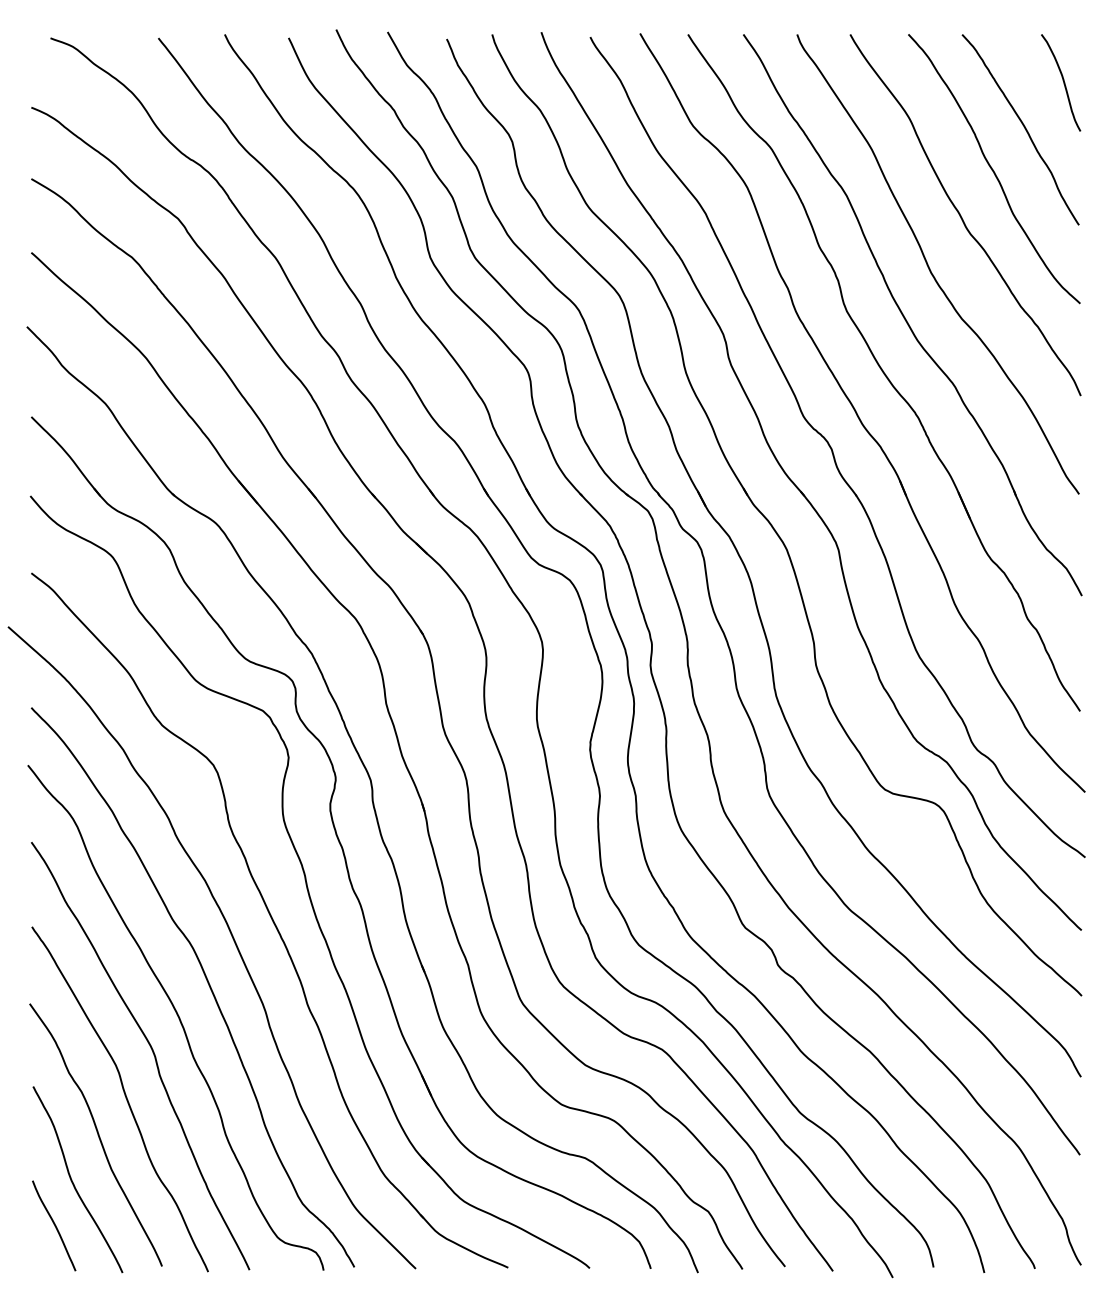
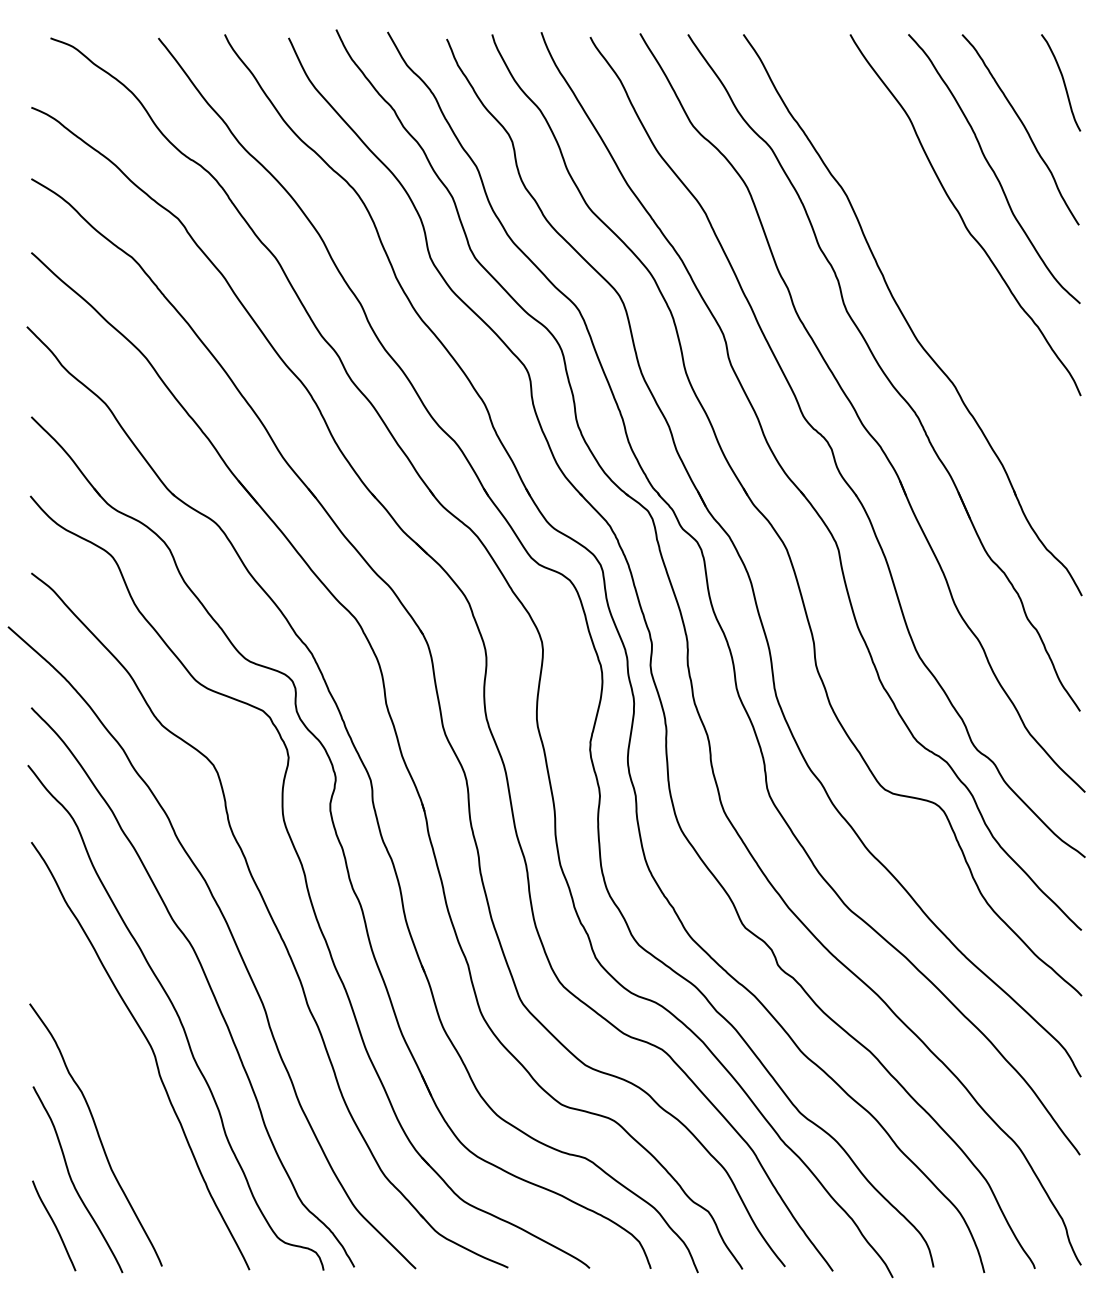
curve at (930, 268): present -> none
curve at (125, 1098): present -> none
